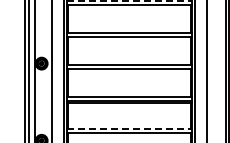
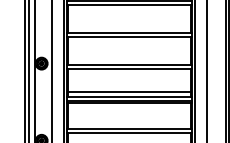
line at (129, 0): dashed -> solid
line at (129, 91): none -> present
line at (129, 128): dashed -> solid
